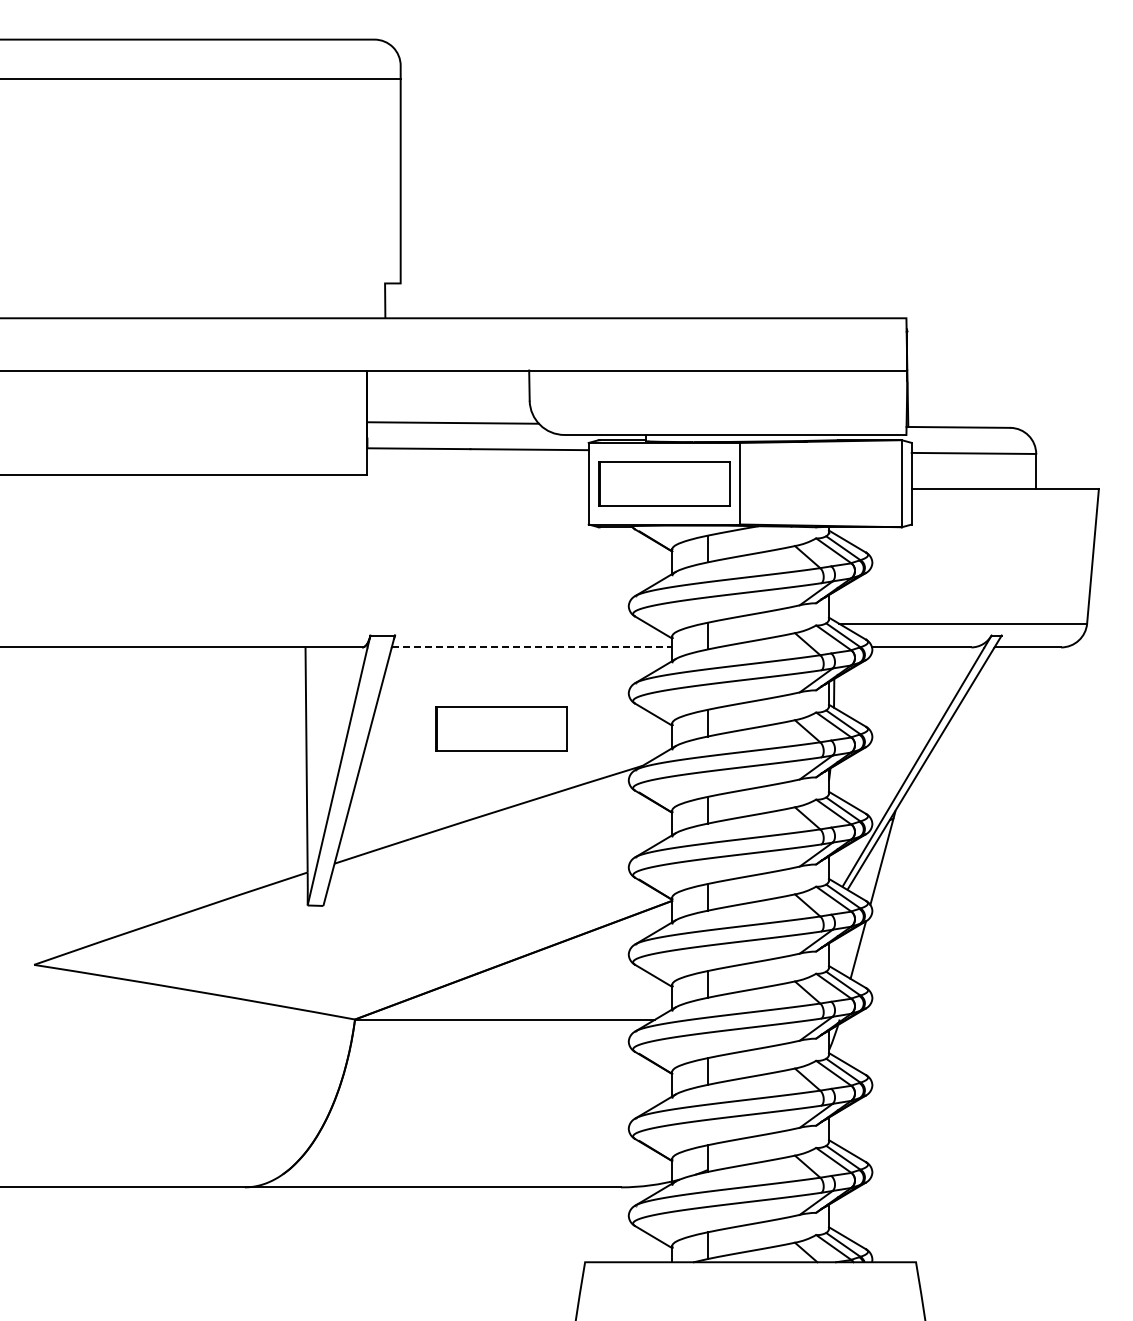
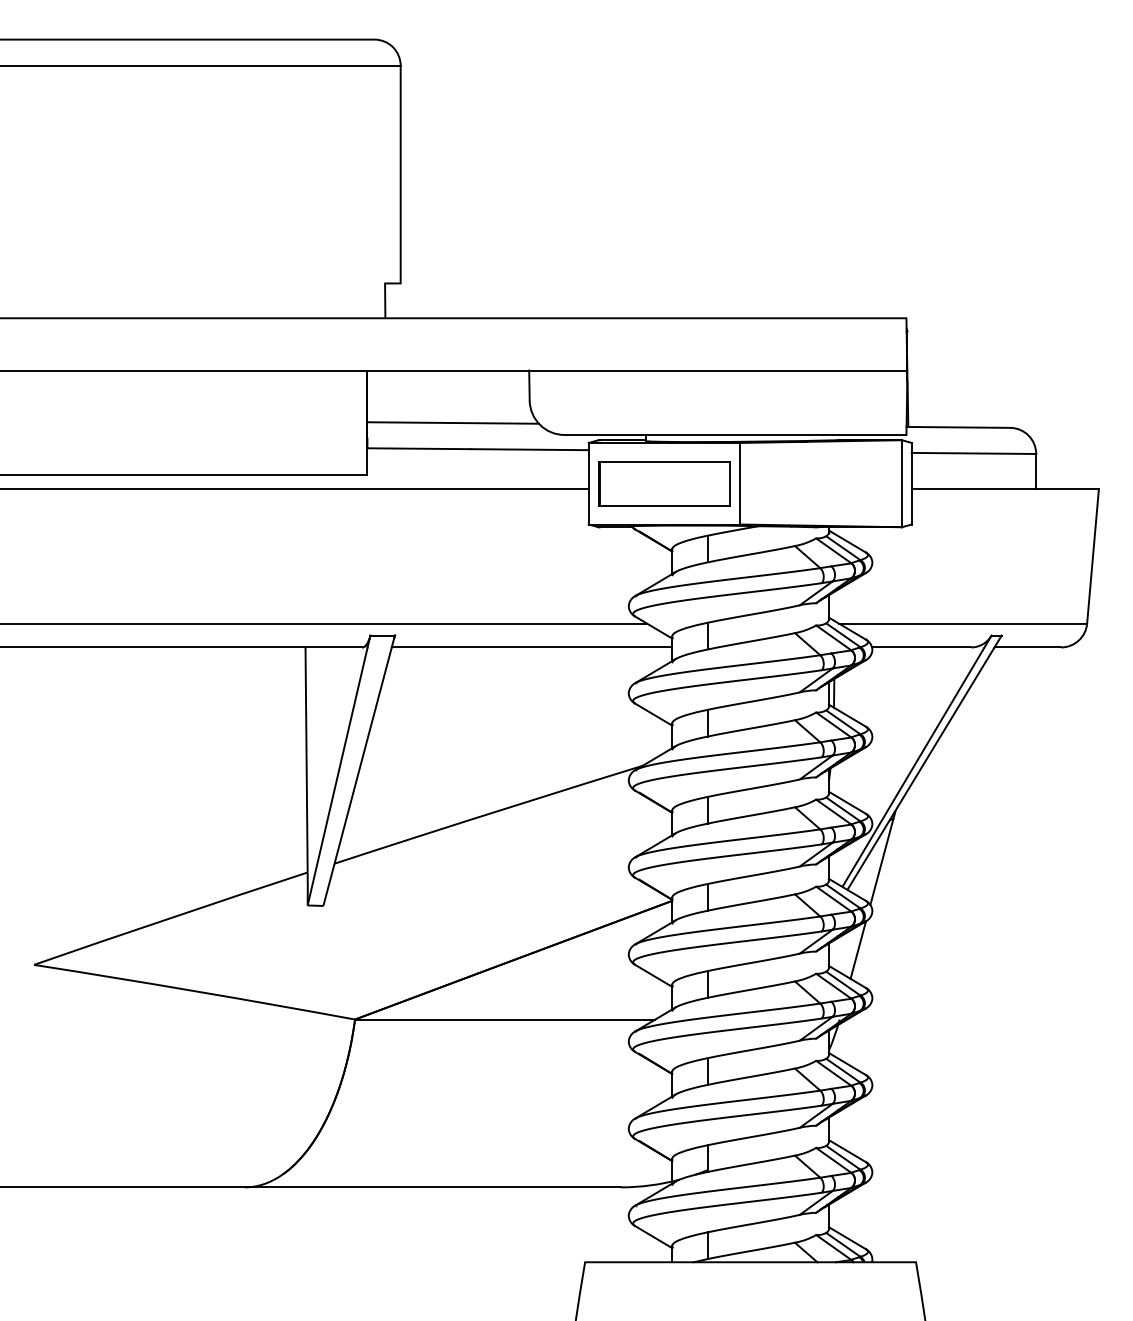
line at (201, 78) position: (201, 78) -> (201, 65)
line at (295, 488): none -> present
line at (324, 623): none -> present
line at (532, 647): dashed -> solid
part at (501, 728): present -> none
